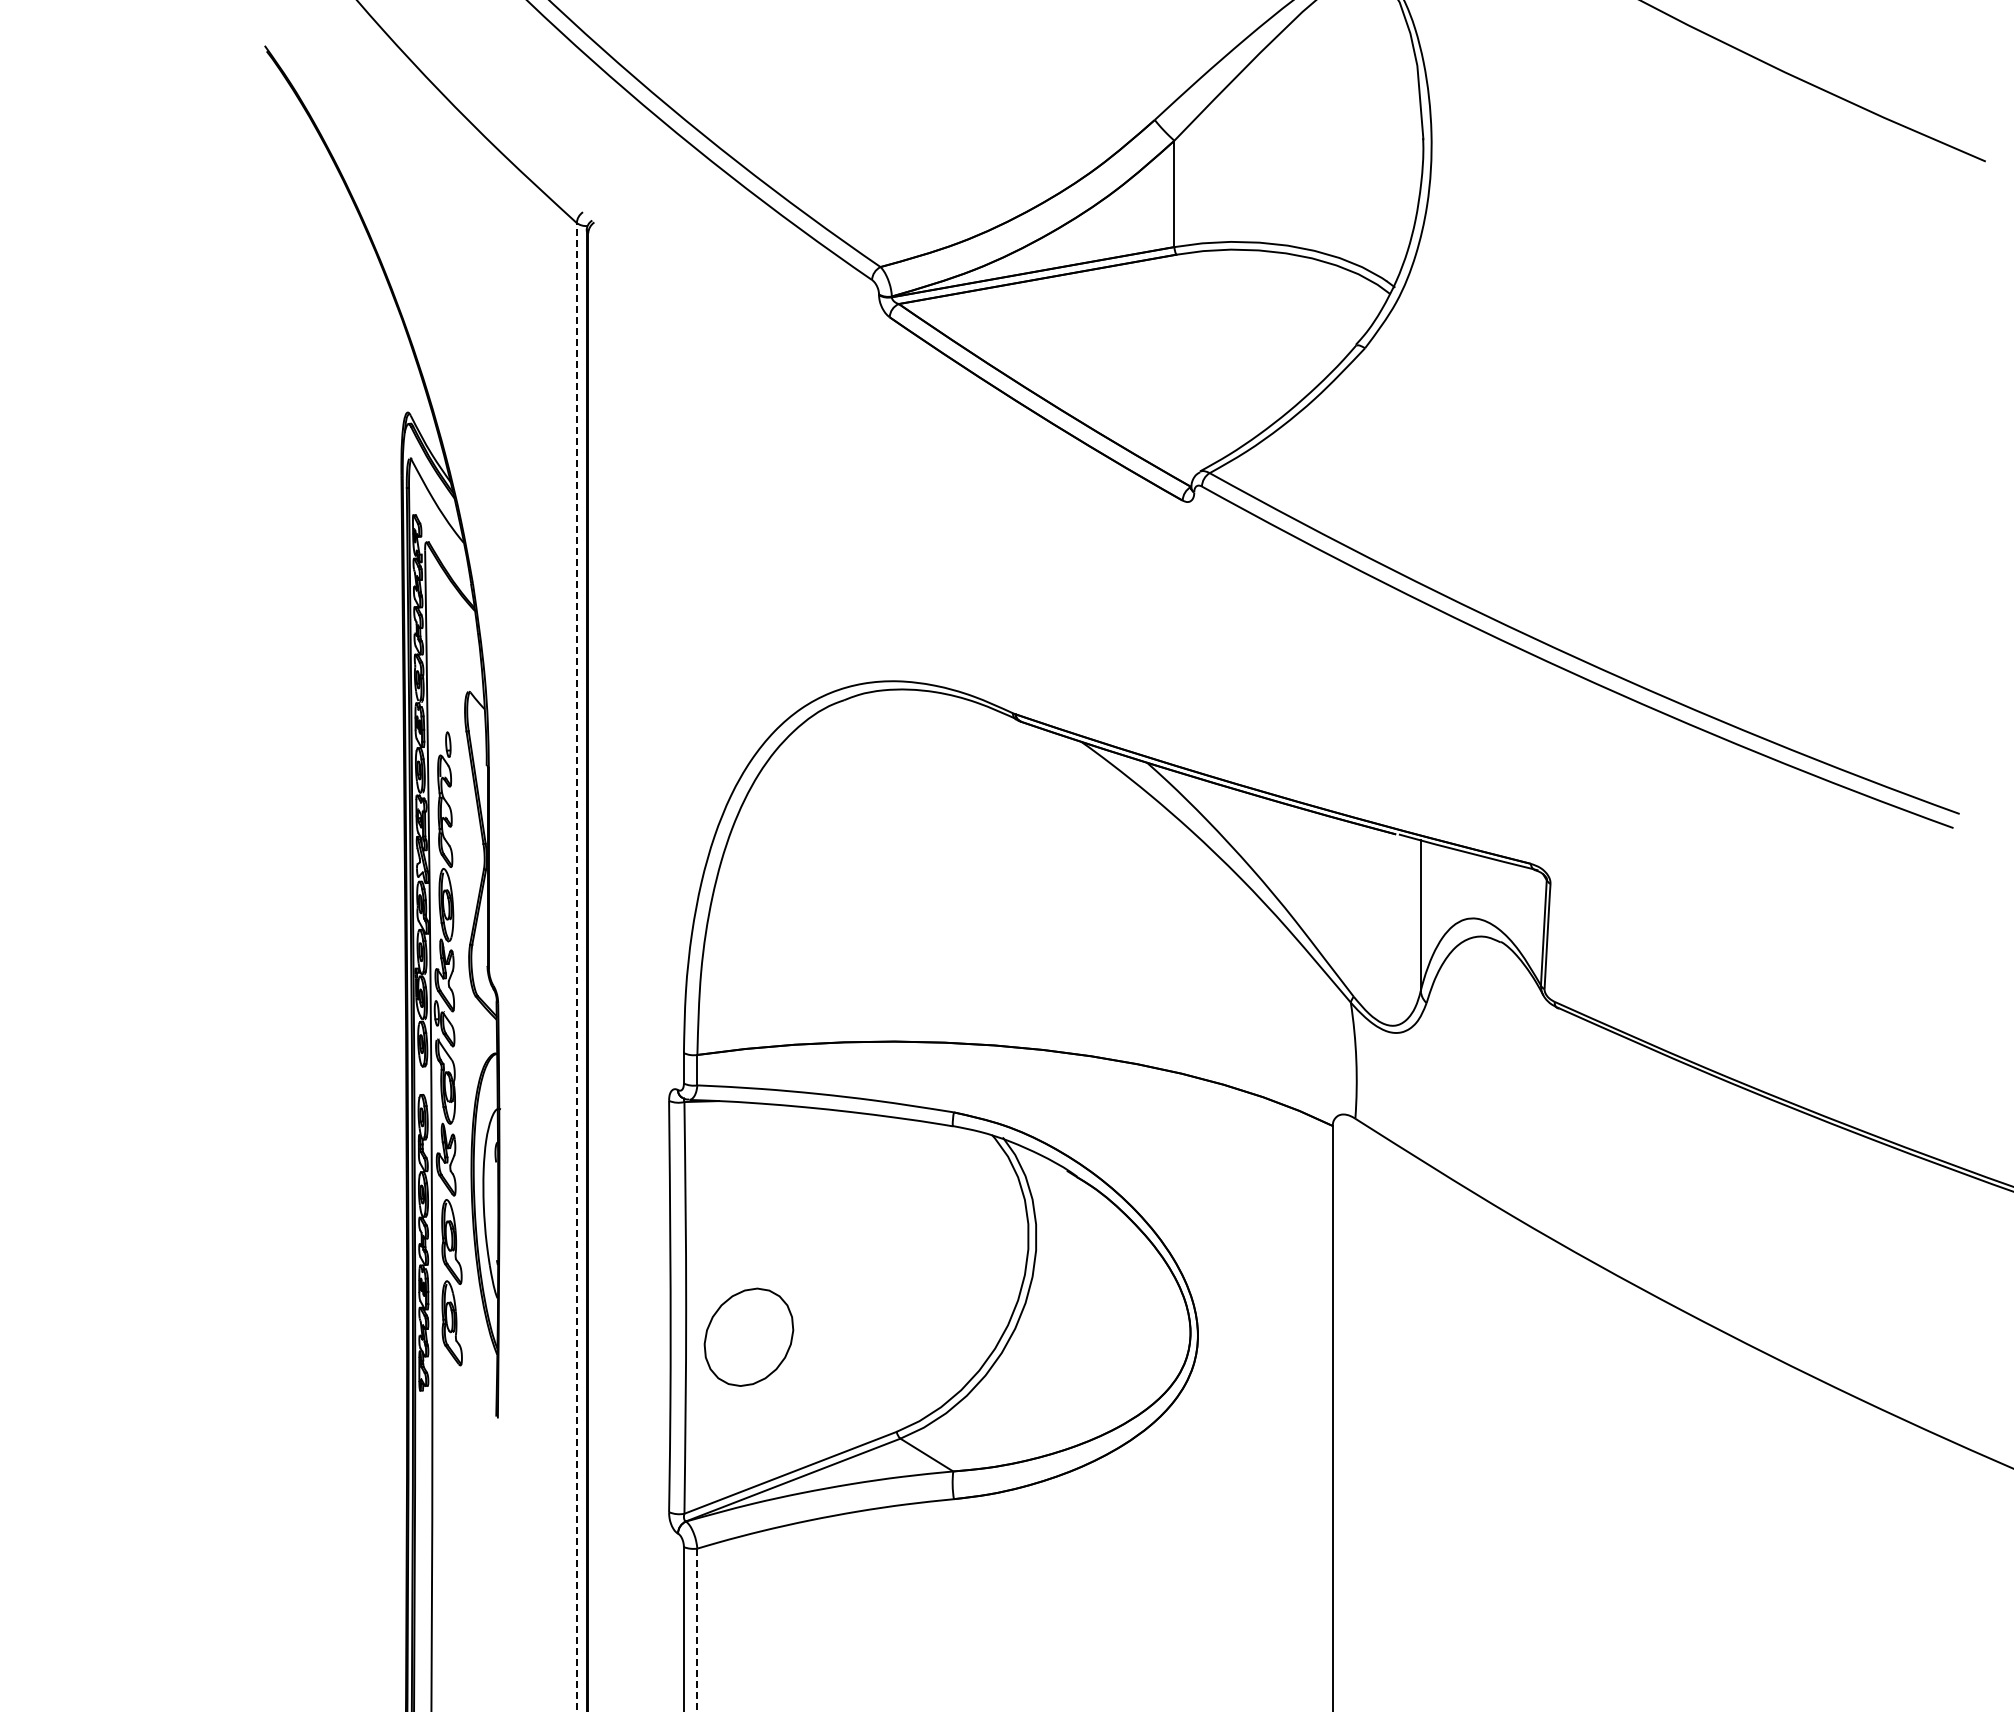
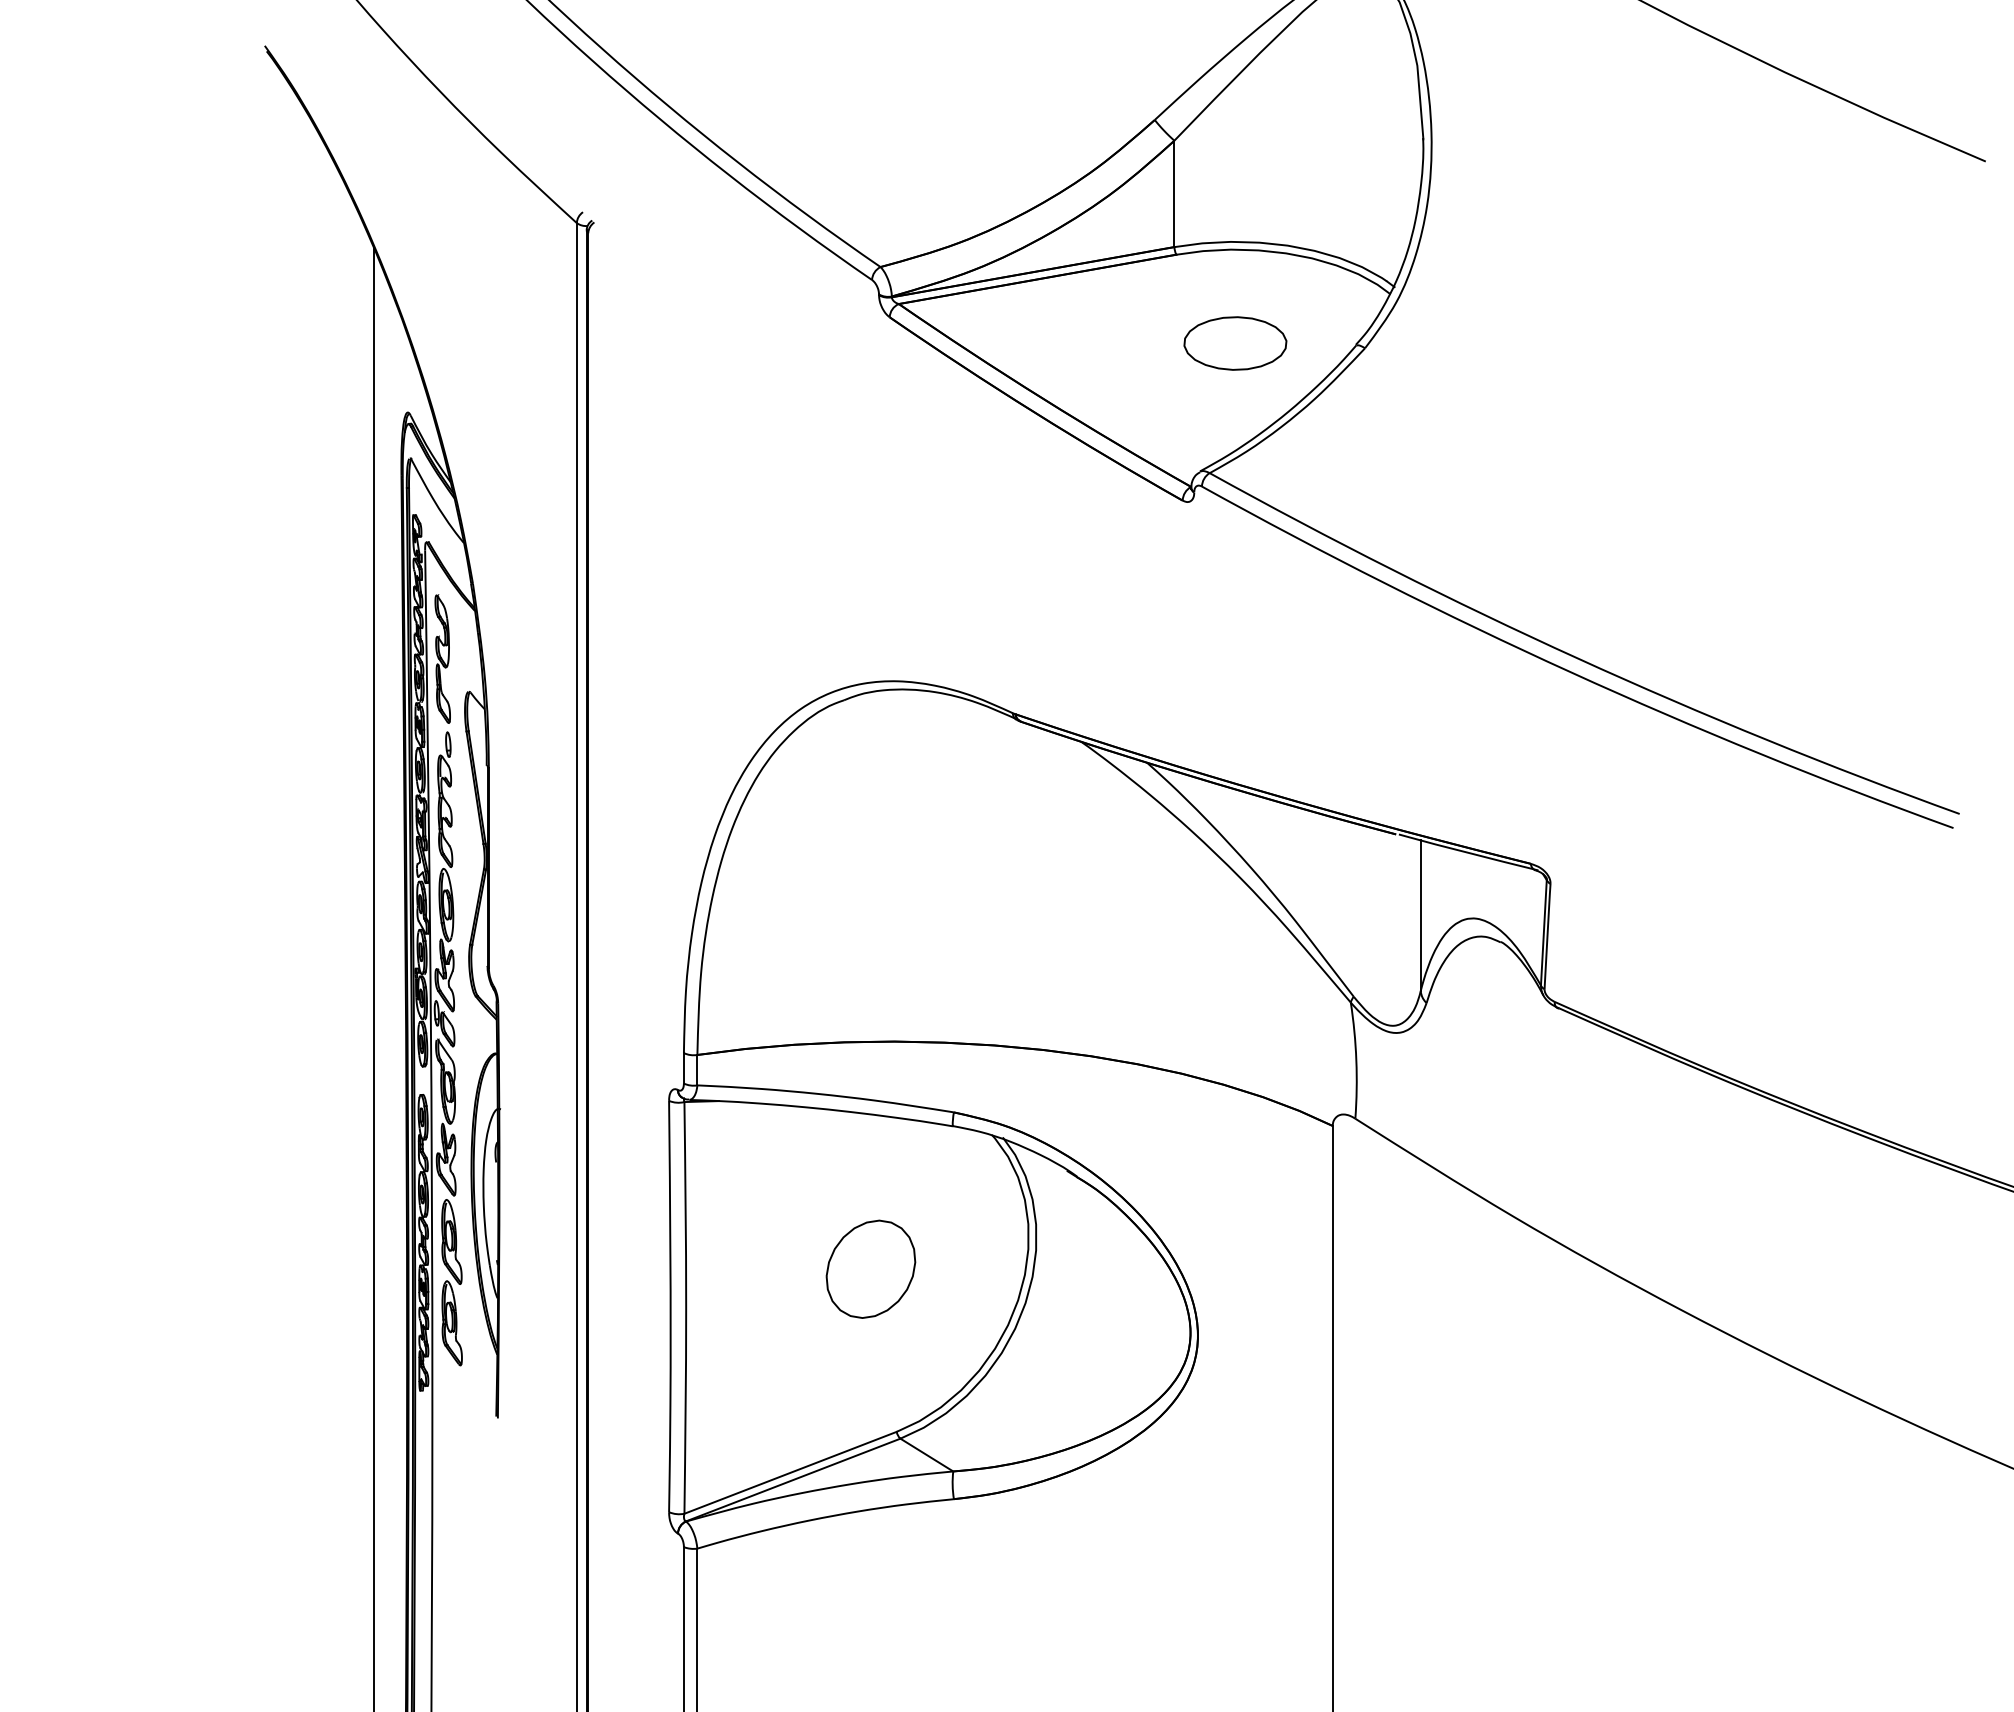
part at (1235, 343): none -> present
part at (442, 658): none -> present
line at (576, 966): dashed -> solid
line at (374, 978): none -> present
part at (748, 1336) position: (748, 1336) -> (870, 1268)
line at (697, 1630): dashed -> solid
